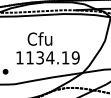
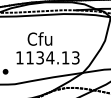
text at (75, 57): 1134.19 -> 1134.13
